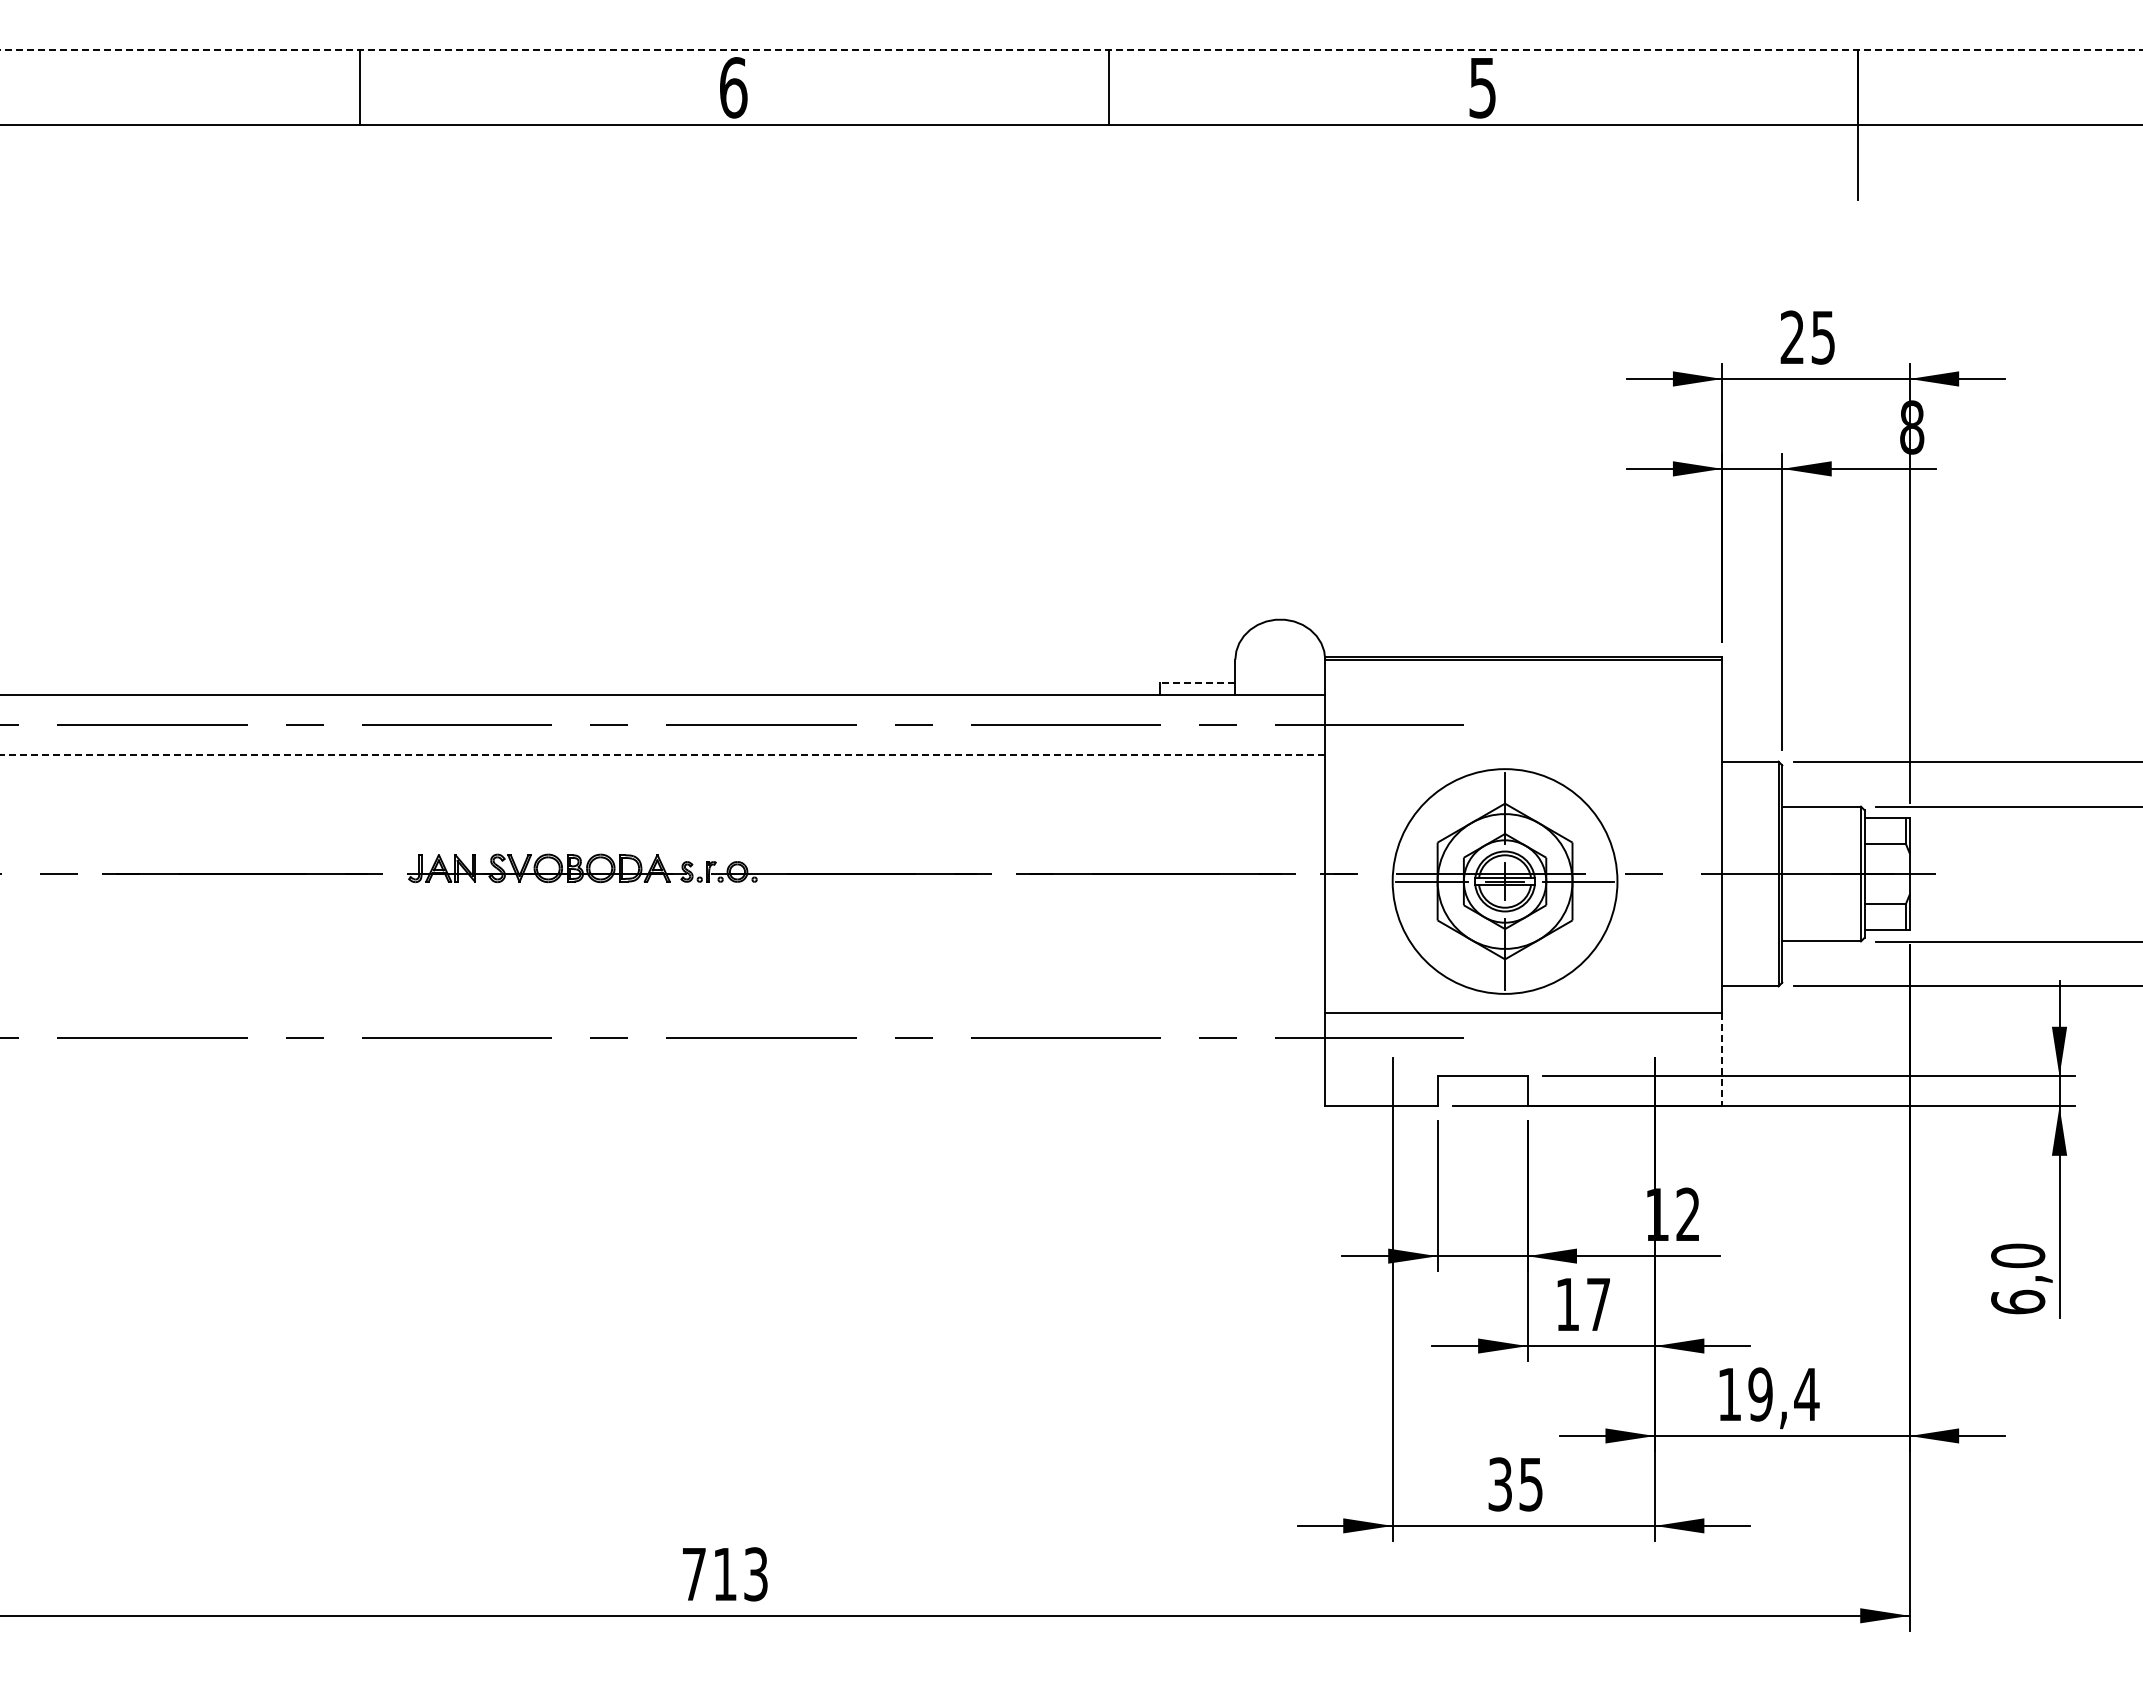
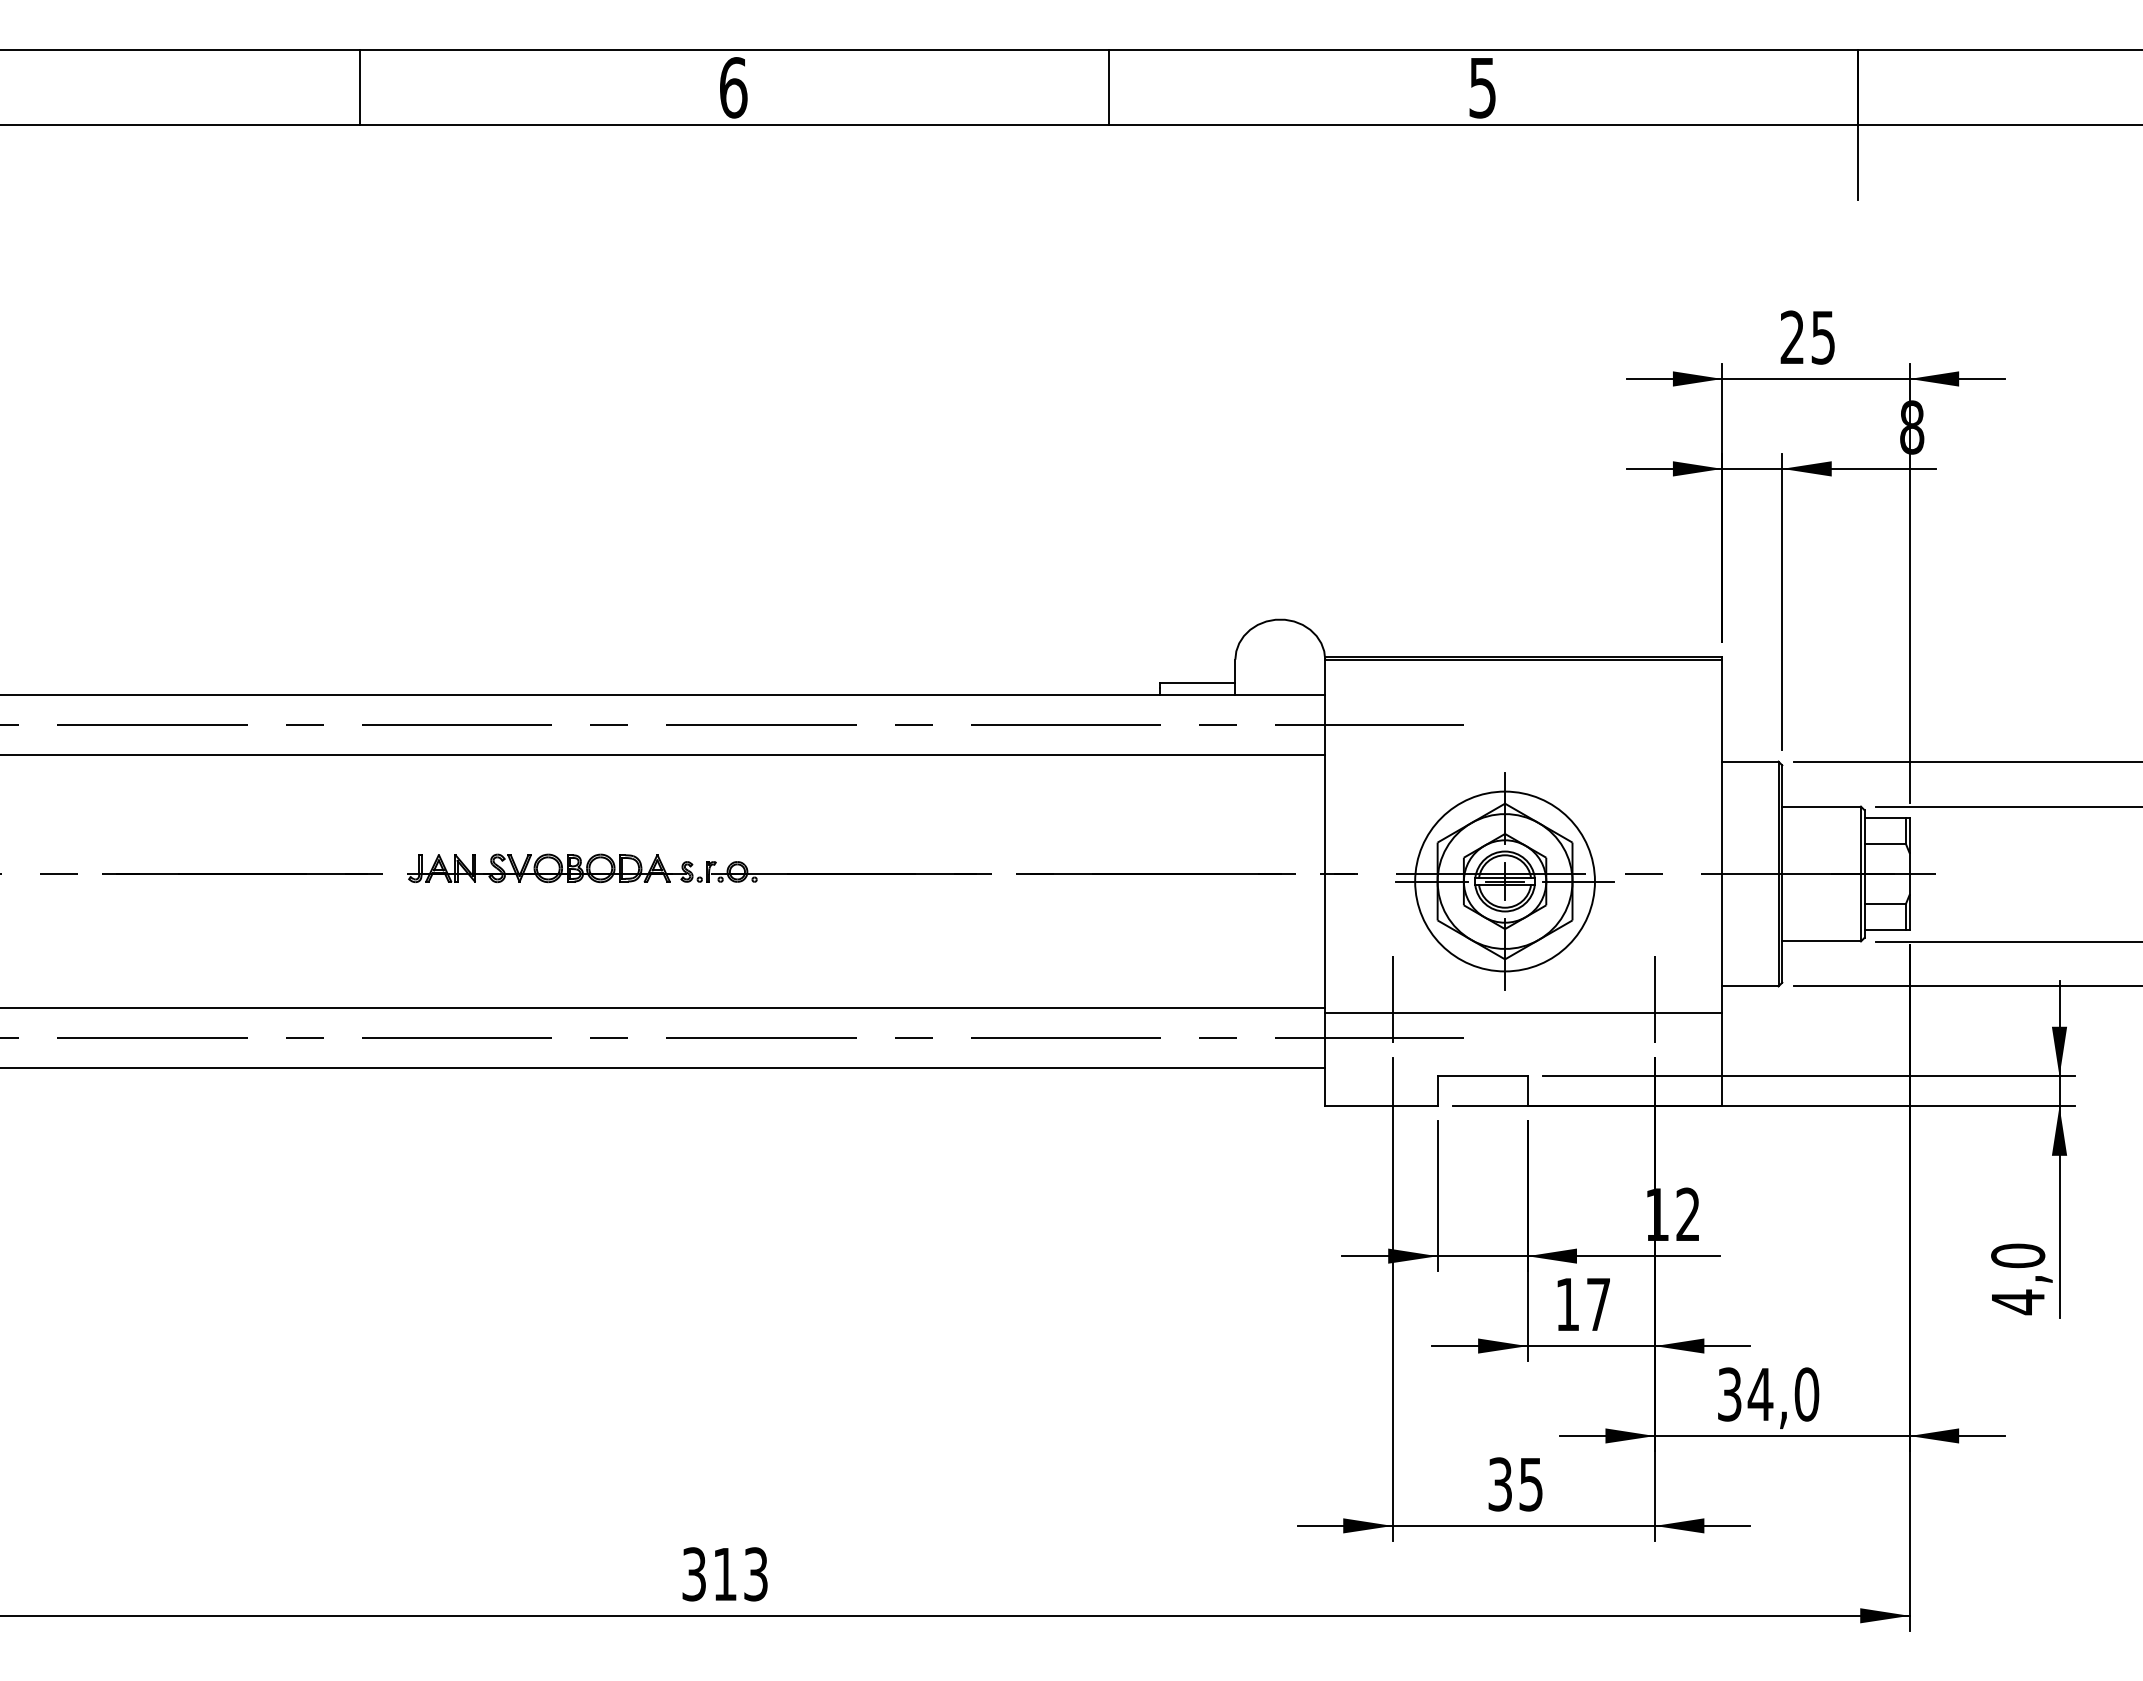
line at (1071, 50): dashed -> solid
line at (1197, 682): dashed -> solid
line at (663, 755): dashed -> solid
circle at (1504, 881) diameter: 225 px -> 180 px
line at (1392, 999): none -> present
line at (1654, 999): none -> present
line at (663, 1007): none -> present
line at (1722, 1059): dashed -> solid
line at (663, 1067): none -> present
text at (2018, 1302): 6,0 -> 4,0
text at (1768, 1394): 19,4 -> 34,0
text at (693, 1574): 713 -> 313
